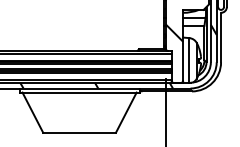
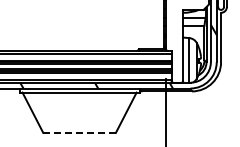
hatch at (174, 32): present -> none
line at (80, 132): solid -> dashed
